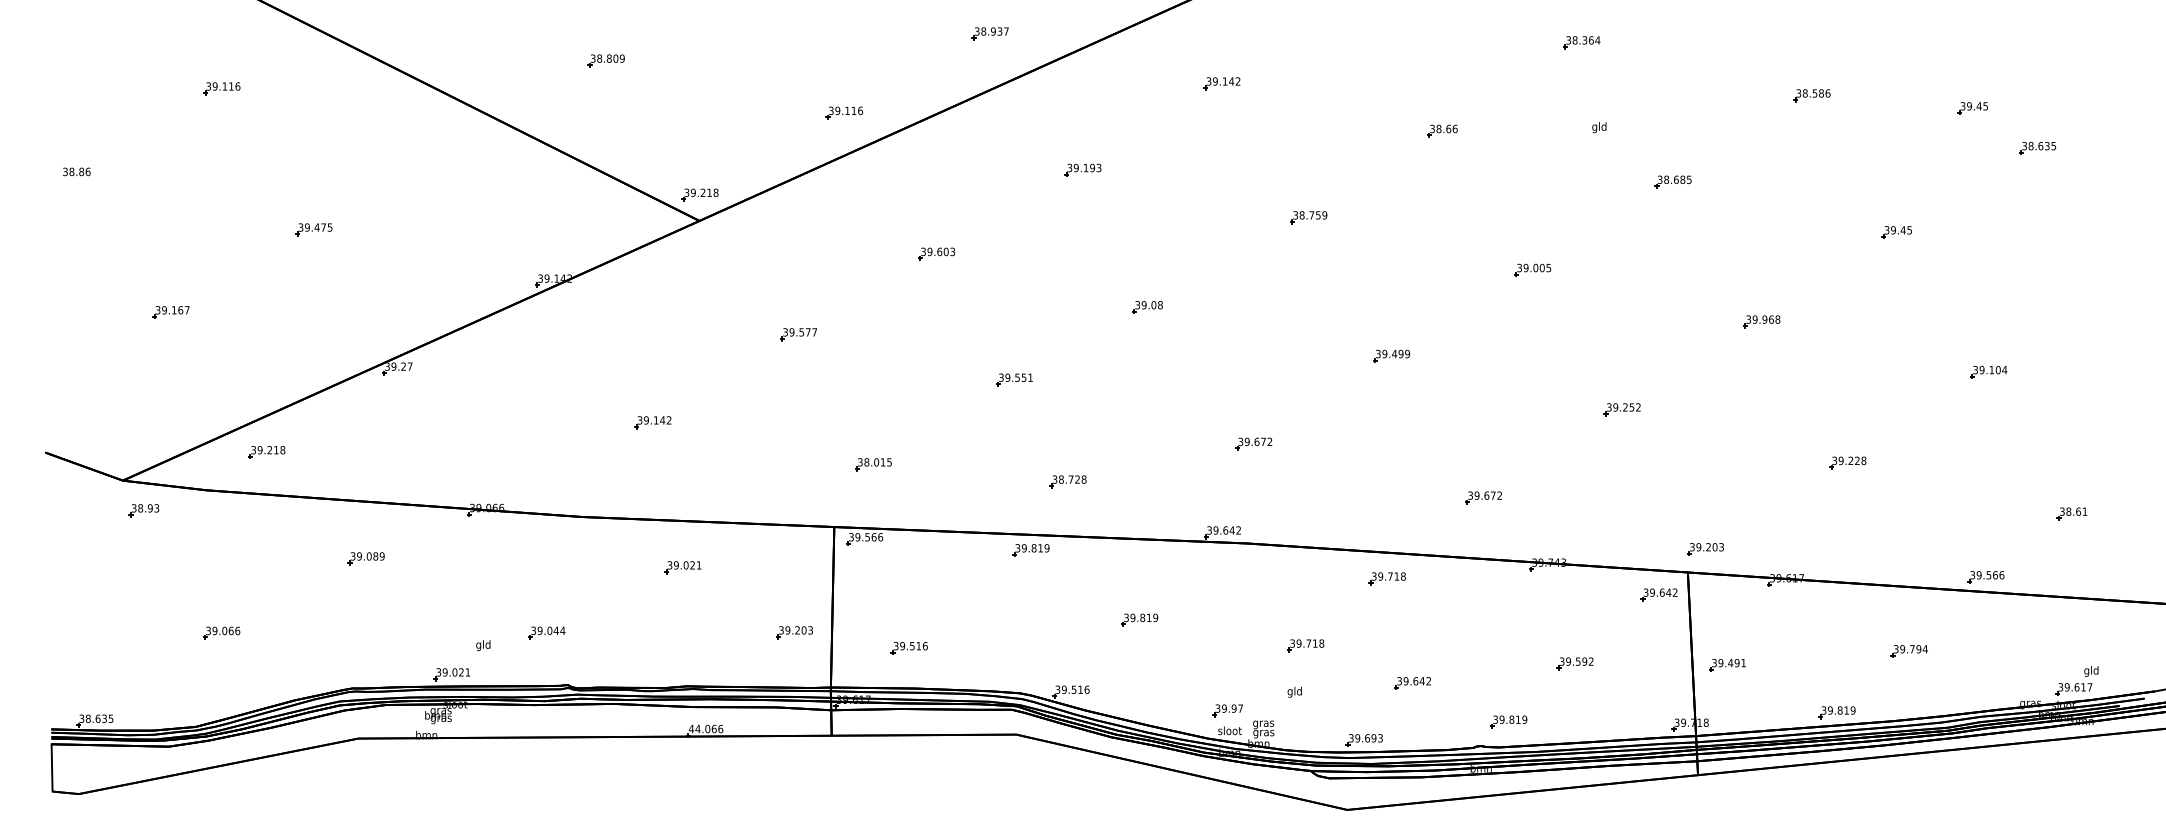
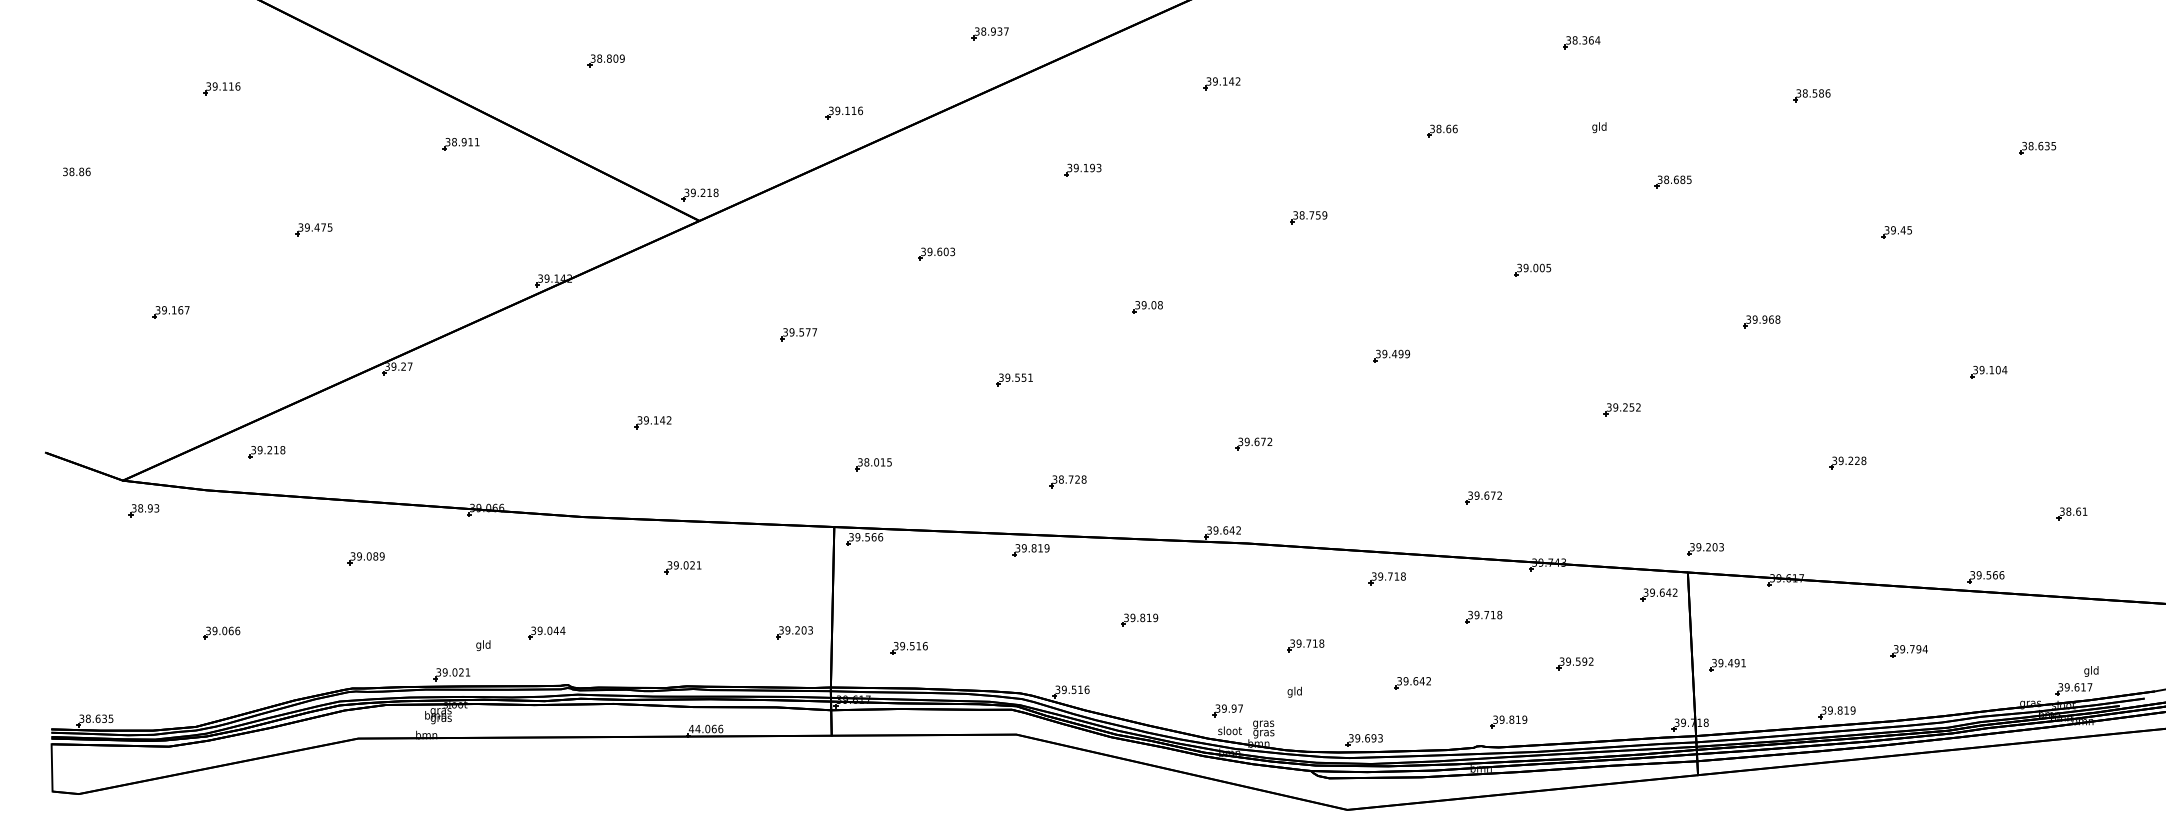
part at (1972, 108): present -> none
part at (460, 144): none -> present
part at (1483, 616): none -> present
